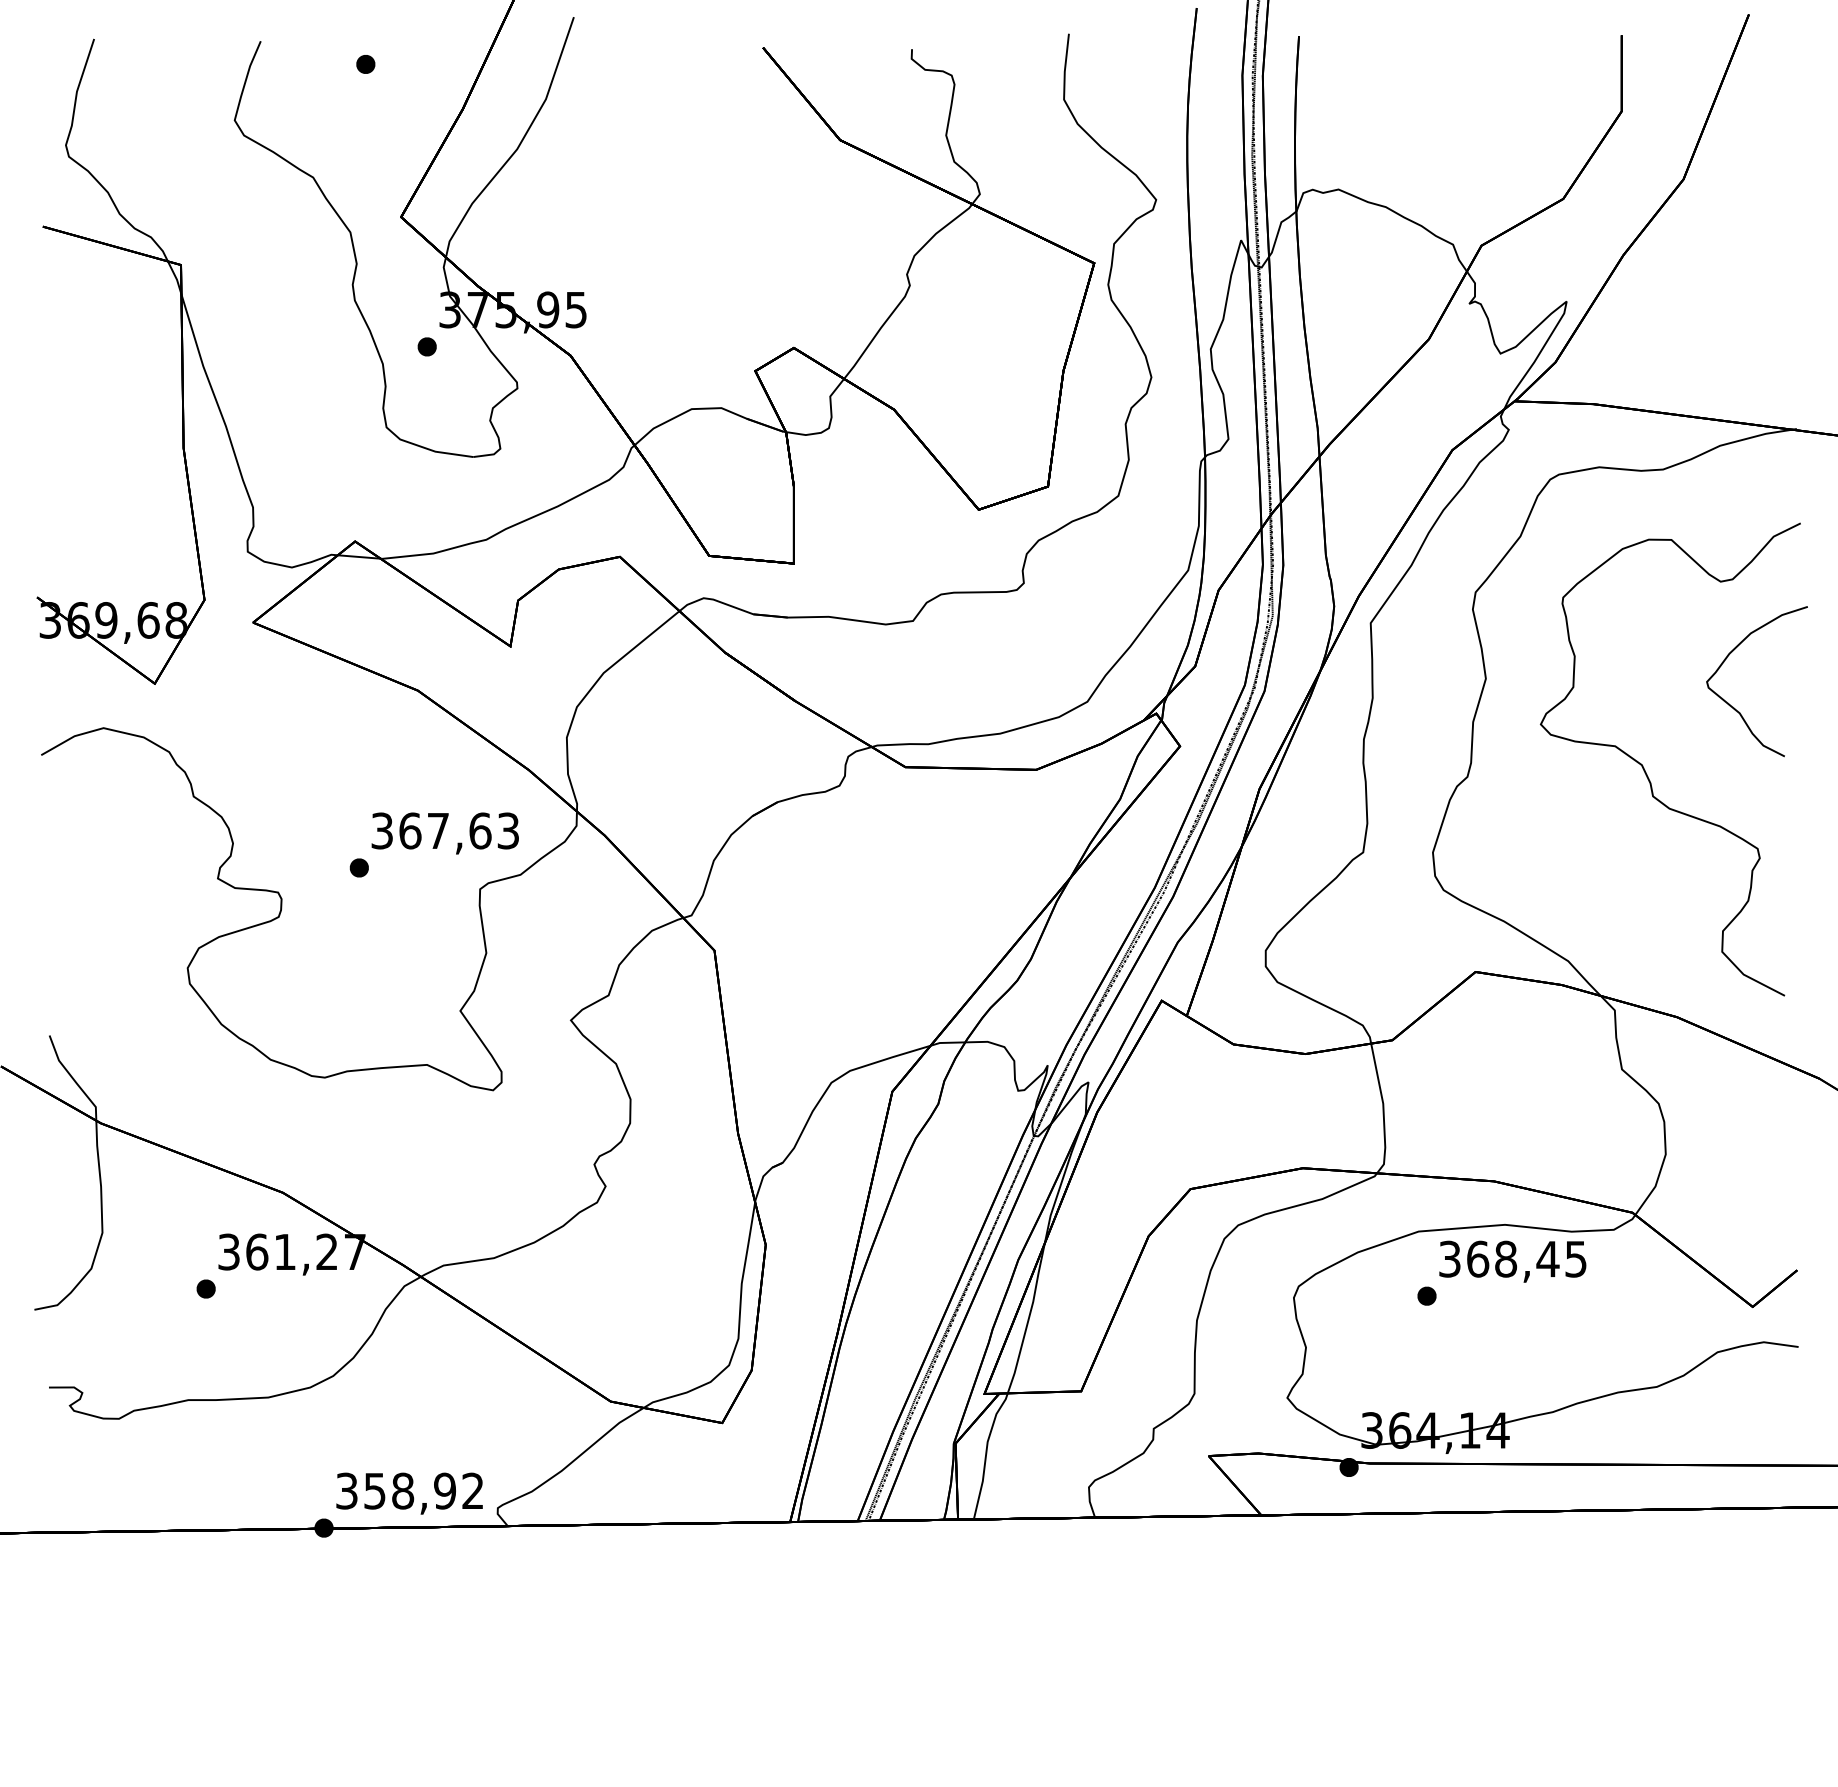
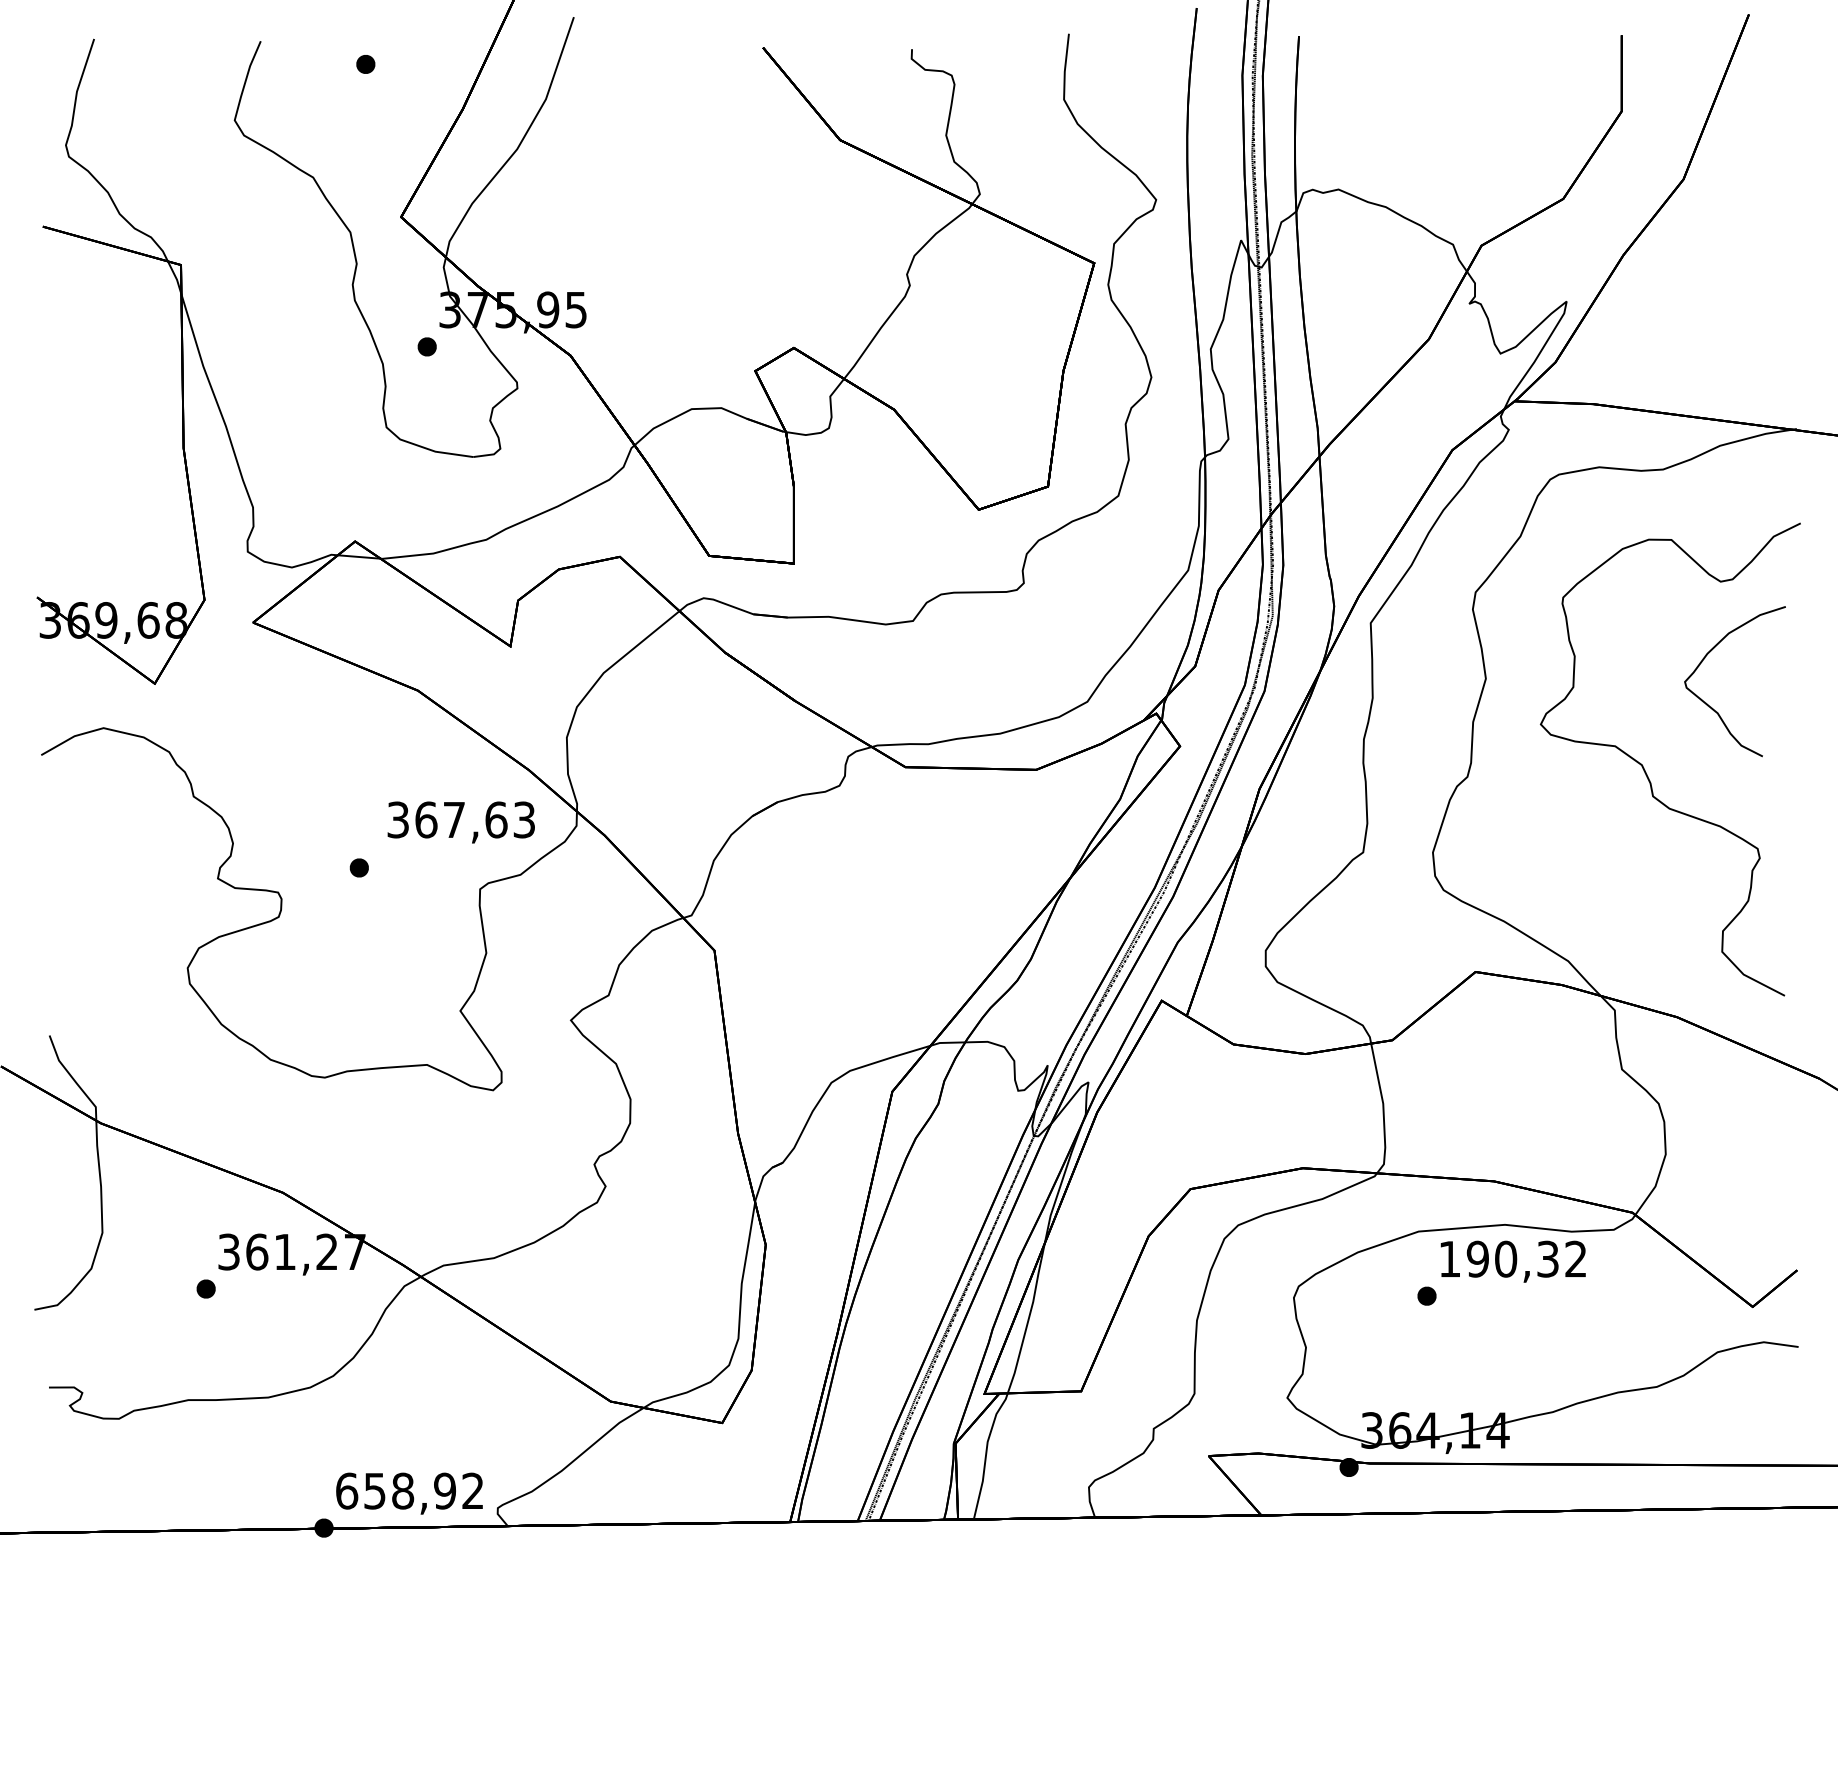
curve at (1733, 706) position: (1733, 706) -> (1711, 706)
text at (444, 833) position: (444, 833) -> (460, 822)
text at (1512, 1258): 368,45 -> 190,32
text at (347, 1490): 358,92 -> 658,92
